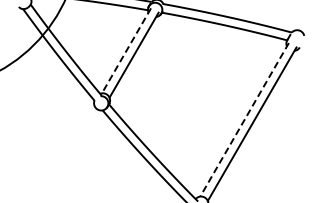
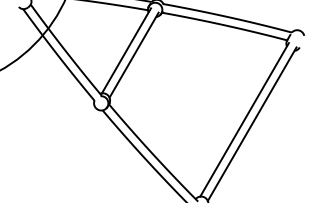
line at (126, 51): dashed -> solid
line at (244, 119): dashed -> solid
